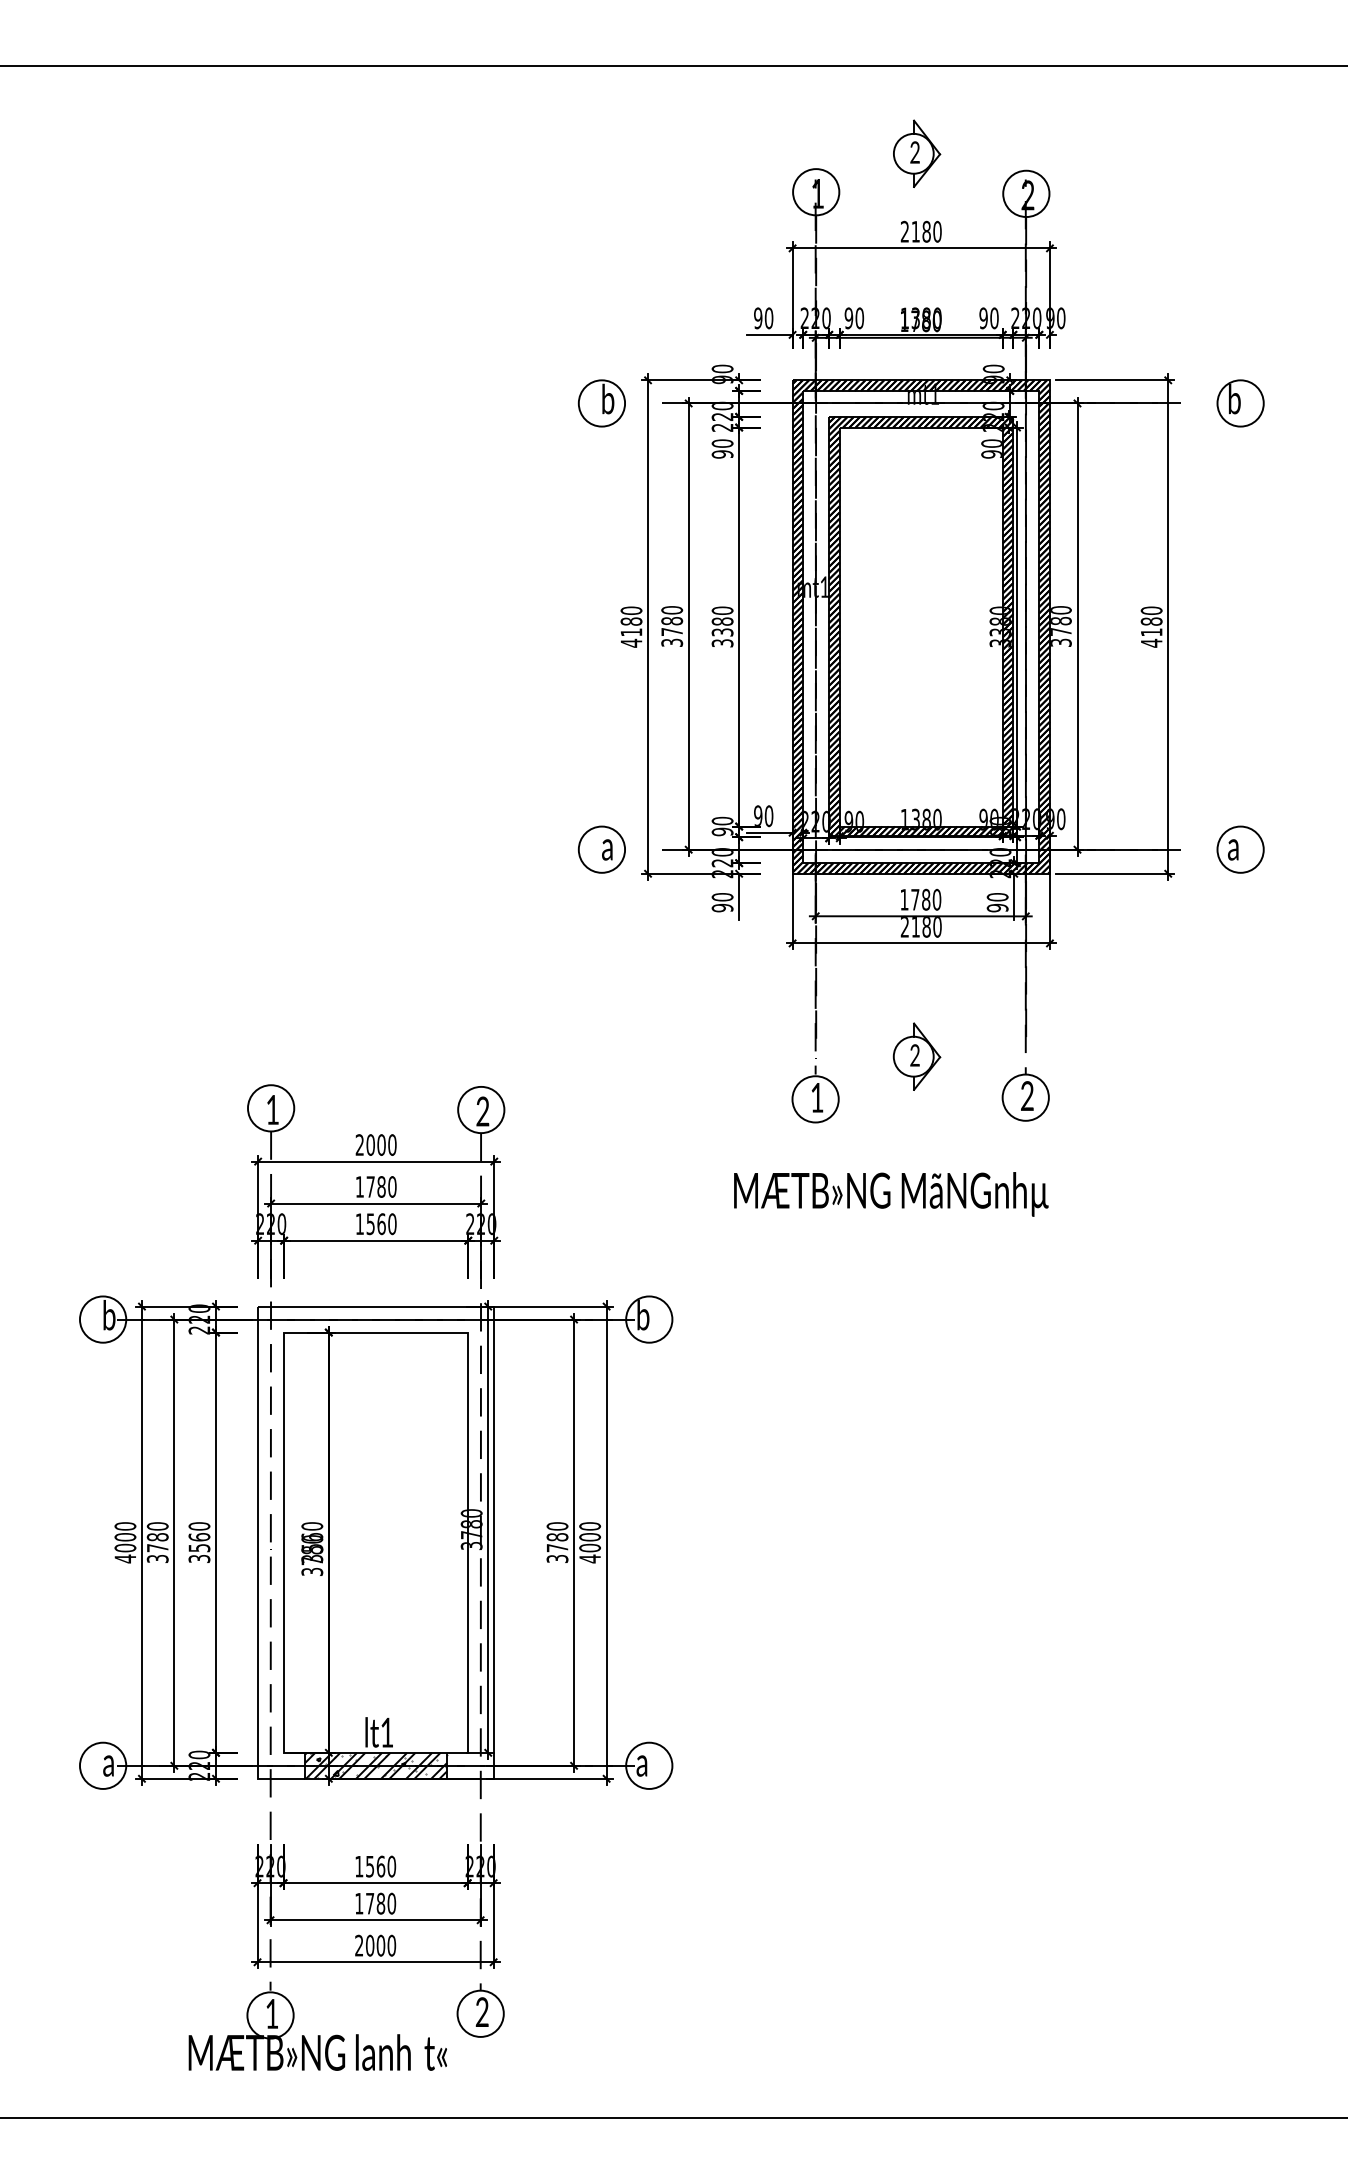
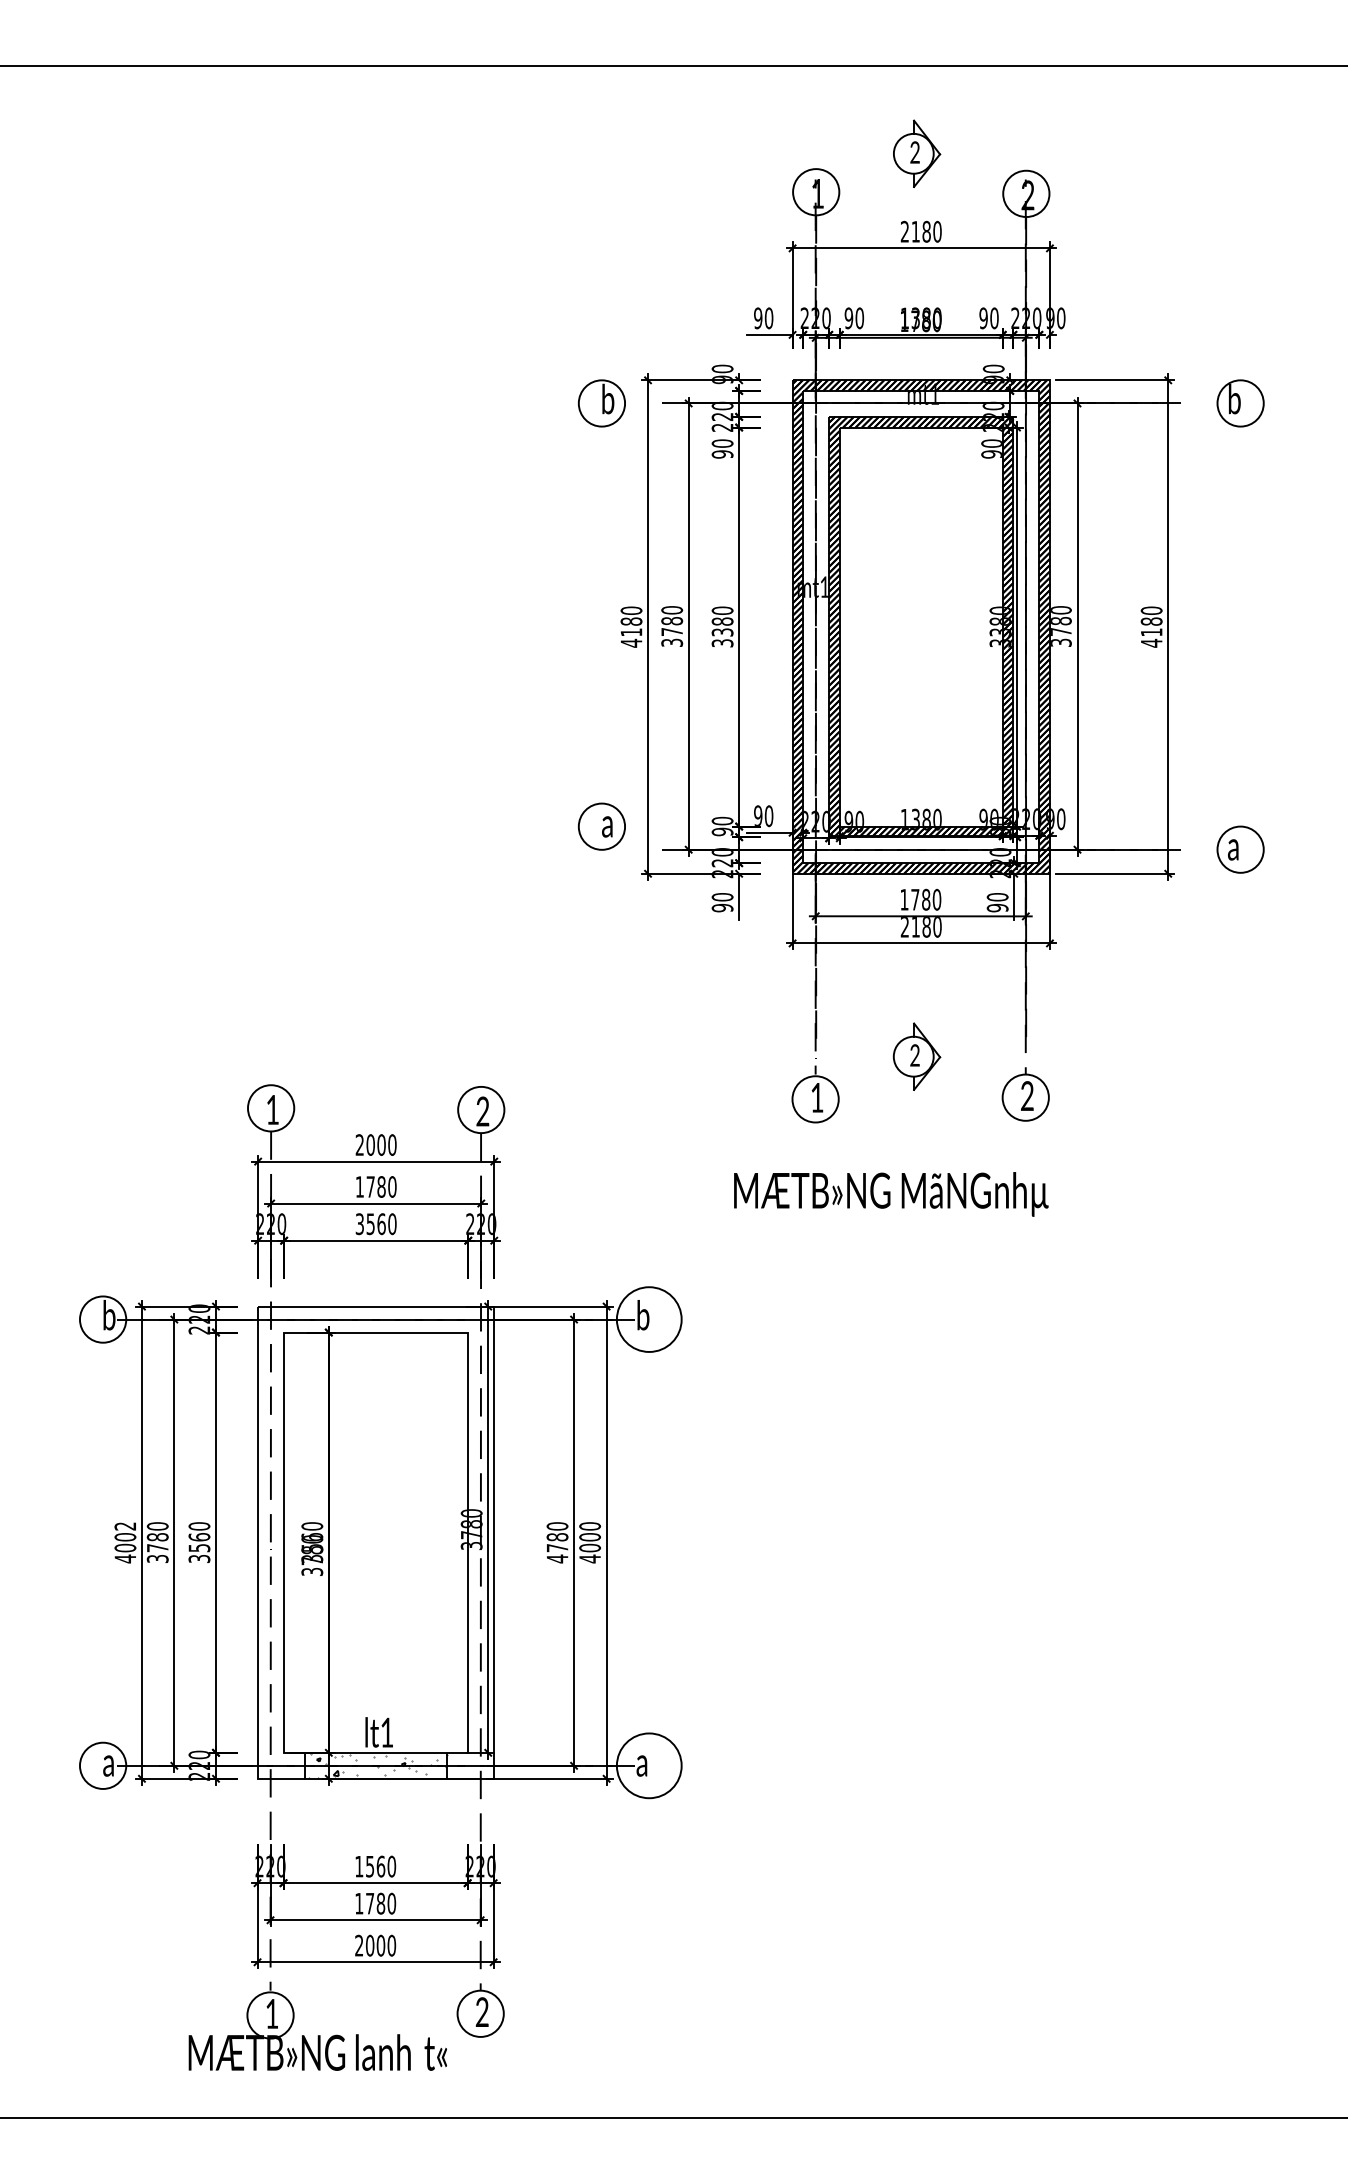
part at (601, 849) position: (601, 849) -> (601, 826)
text at (359, 1224): 1560 -> 3560
circle at (649, 1319) diameter: 46 px -> 65 px
text at (125, 1526): 4000 -> 4002
text at (557, 1558): 3780 -> 4780
hatch at (376, 1765): present -> none
circle at (649, 1765) diameter: 46 px -> 65 px
